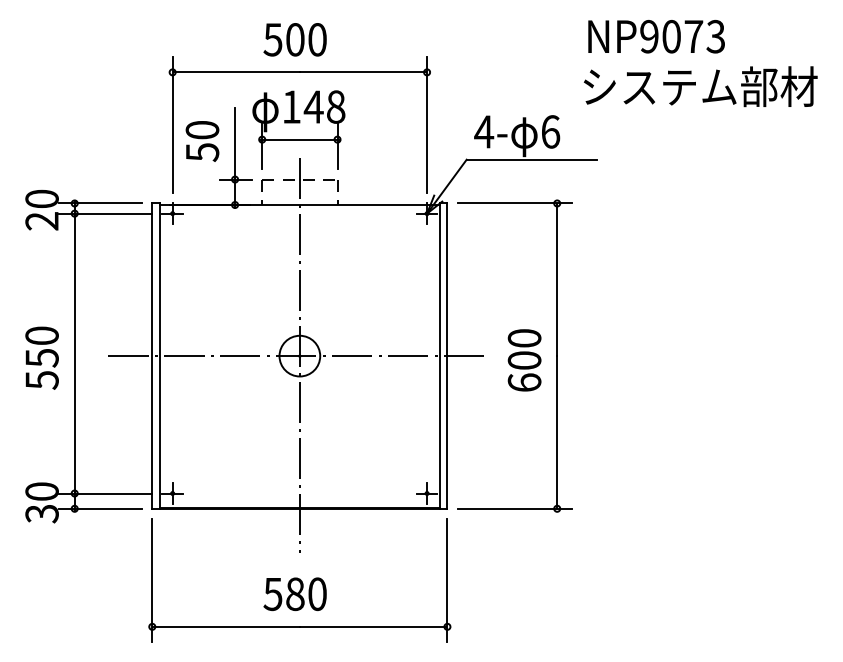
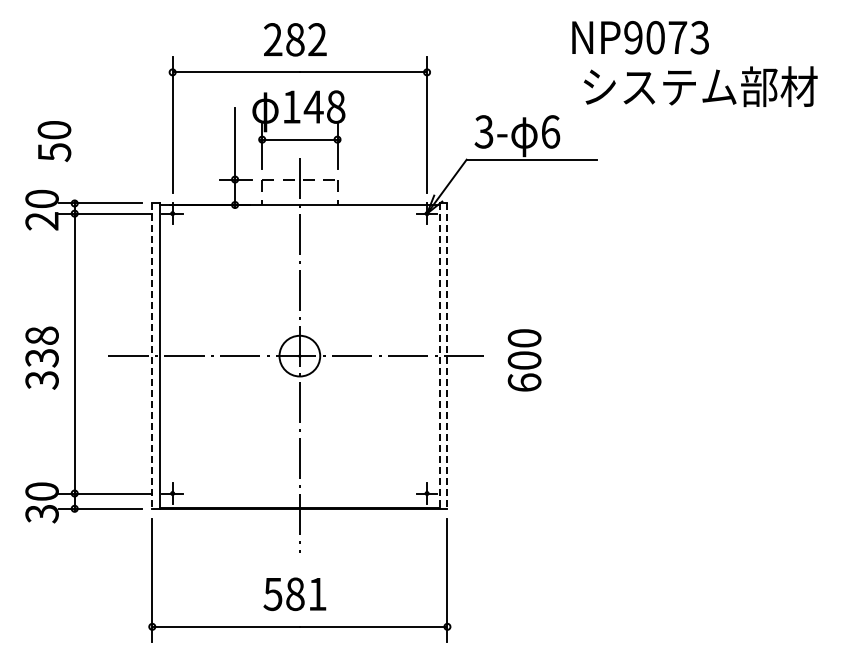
text at (656, 36) position: (656, 36) -> (640, 37)
text at (294, 39): 500 -> 282
text at (484, 131): 4- -> 3-
text at (202, 141) position: (202, 141) -> (54, 141)
part at (556, 355): present -> none
line at (152, 356): solid -> dashed
line at (439, 356): solid -> dashed
line at (447, 356): solid -> dashed
text at (41, 357): 550 -> 338
text at (317, 594): 580 -> 581
